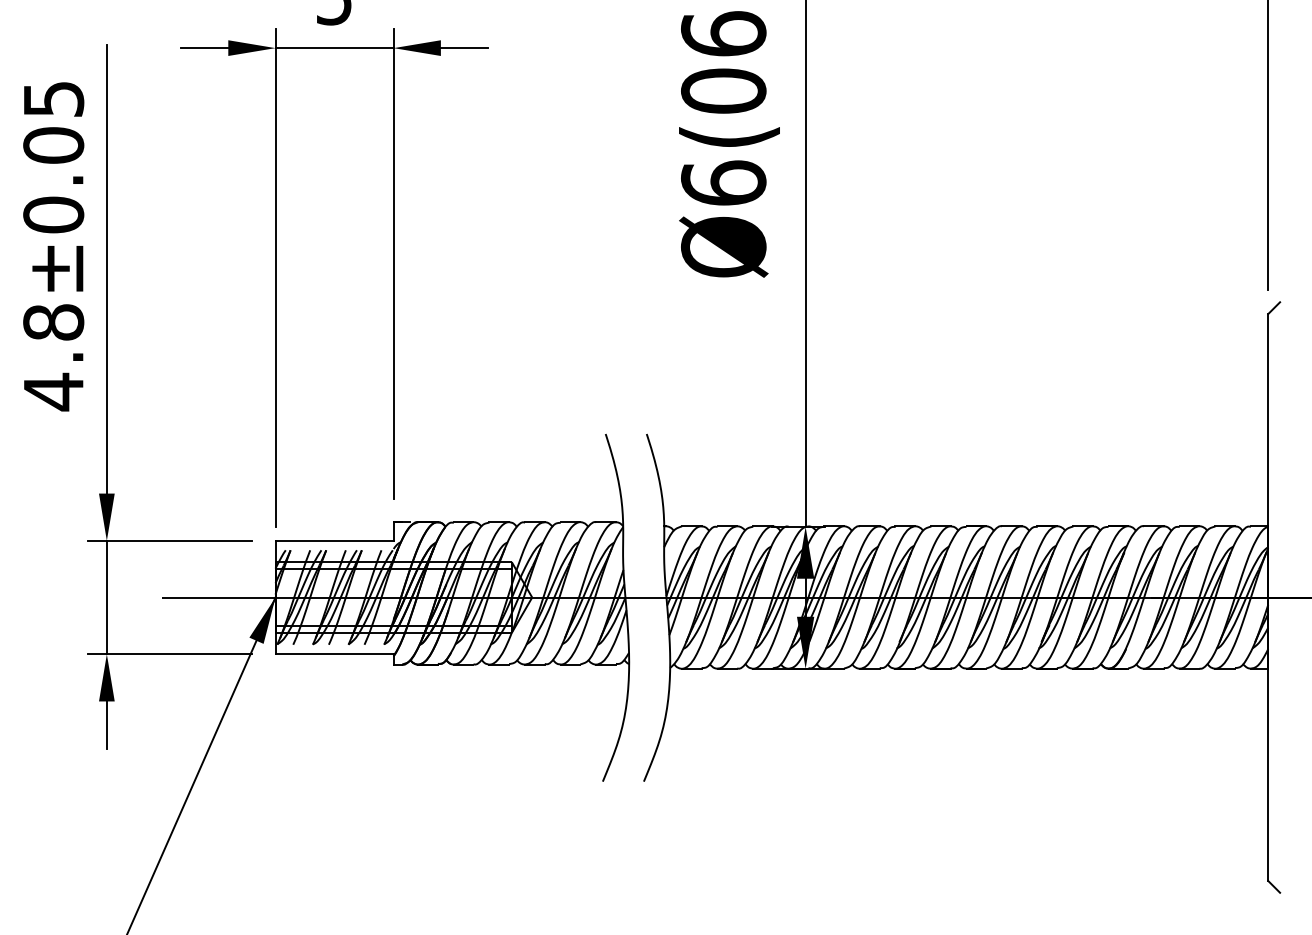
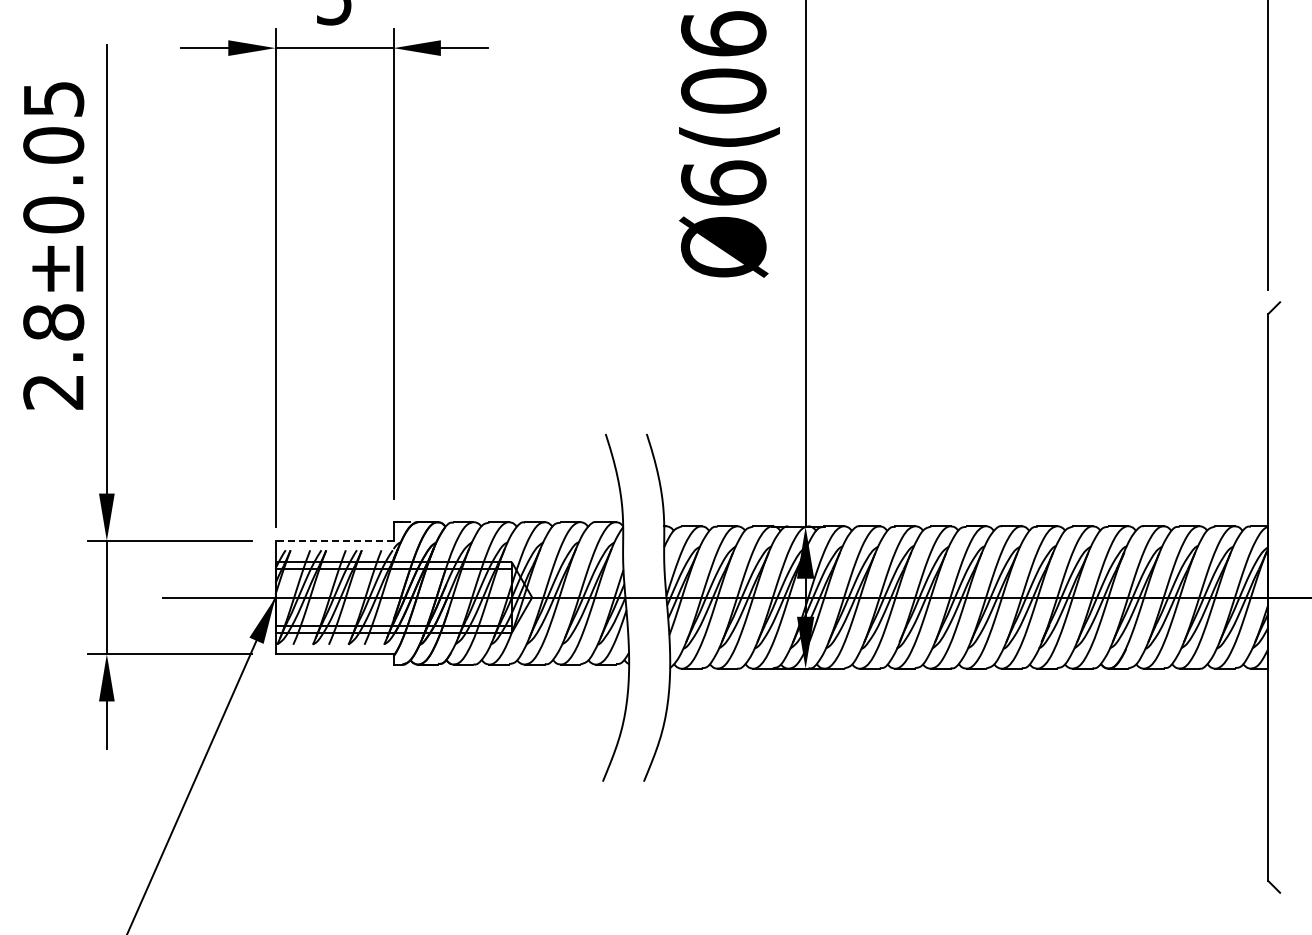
text at (53, 391): 4.8±0.05 -> 2.8±0.05
line at (334, 540): solid -> dashed
